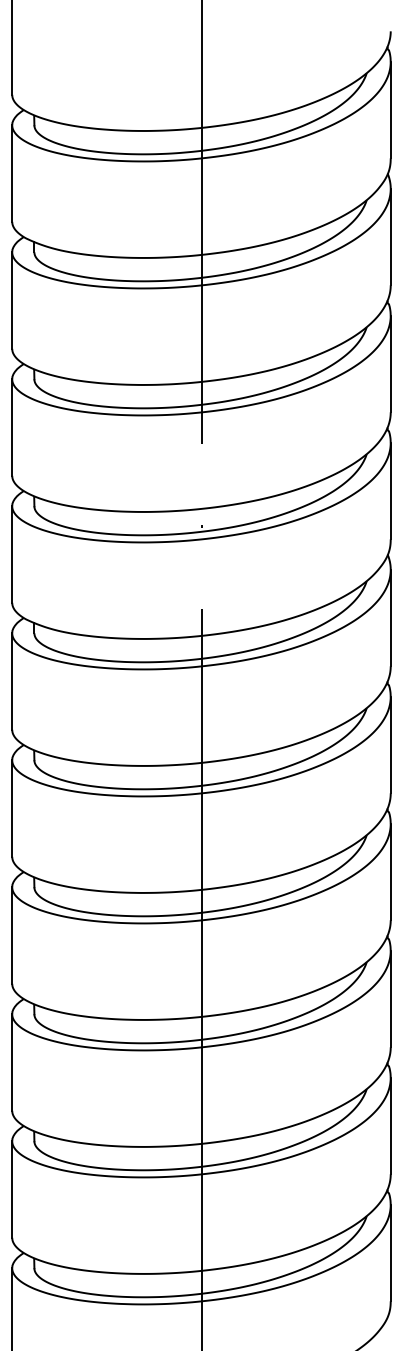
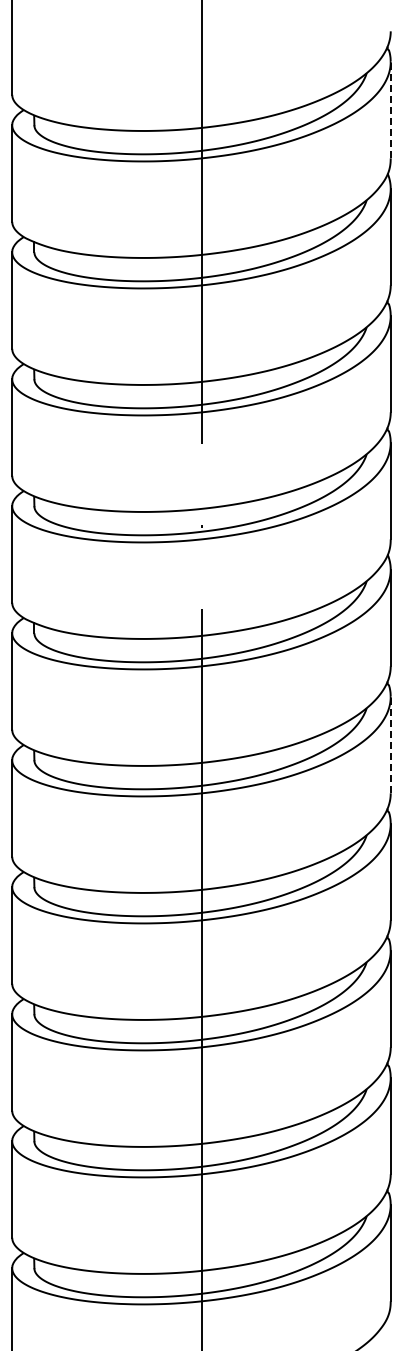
line at (390, 109): solid -> dashed
line at (390, 744): solid -> dashed
